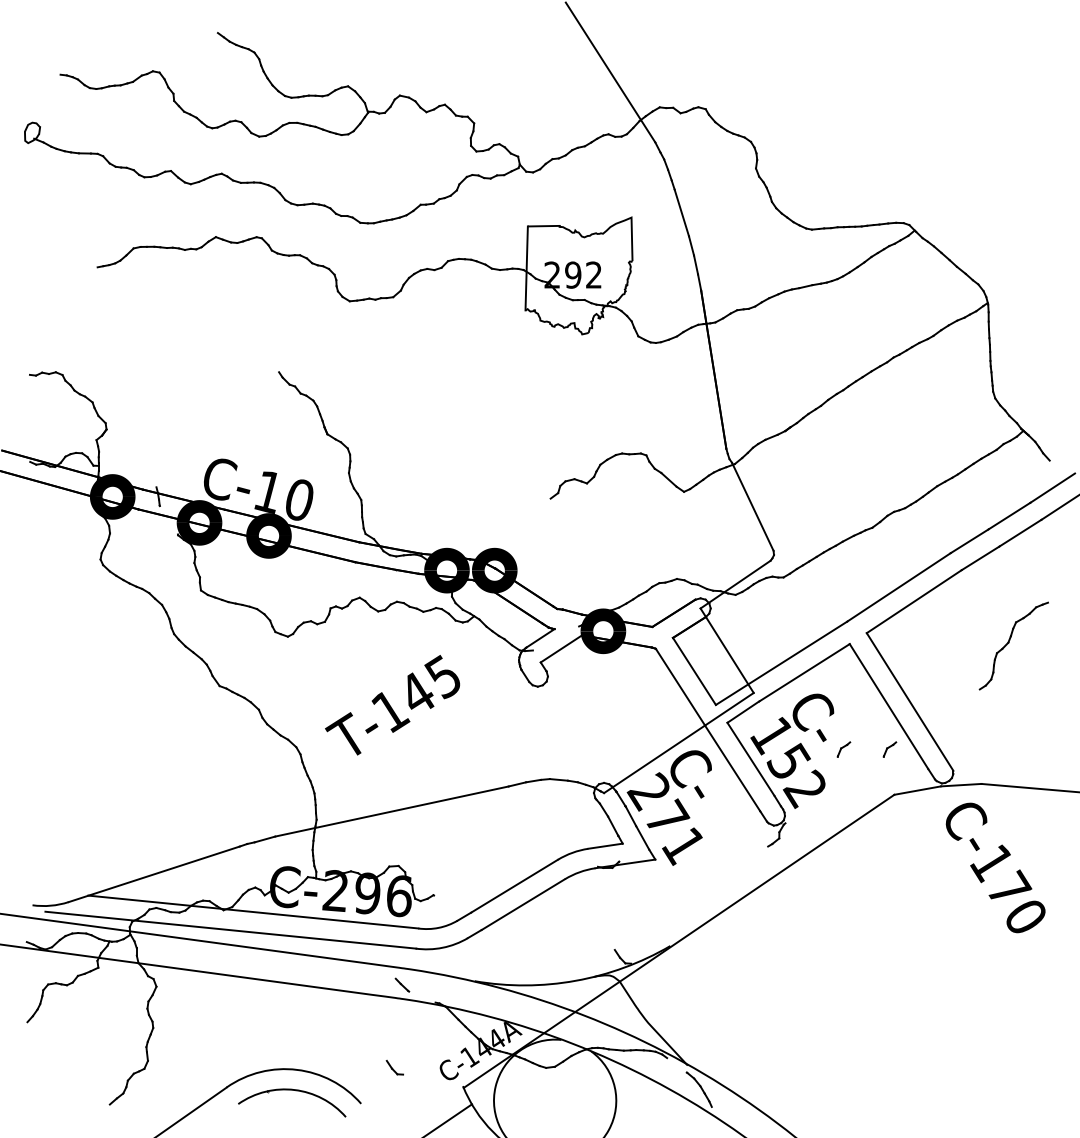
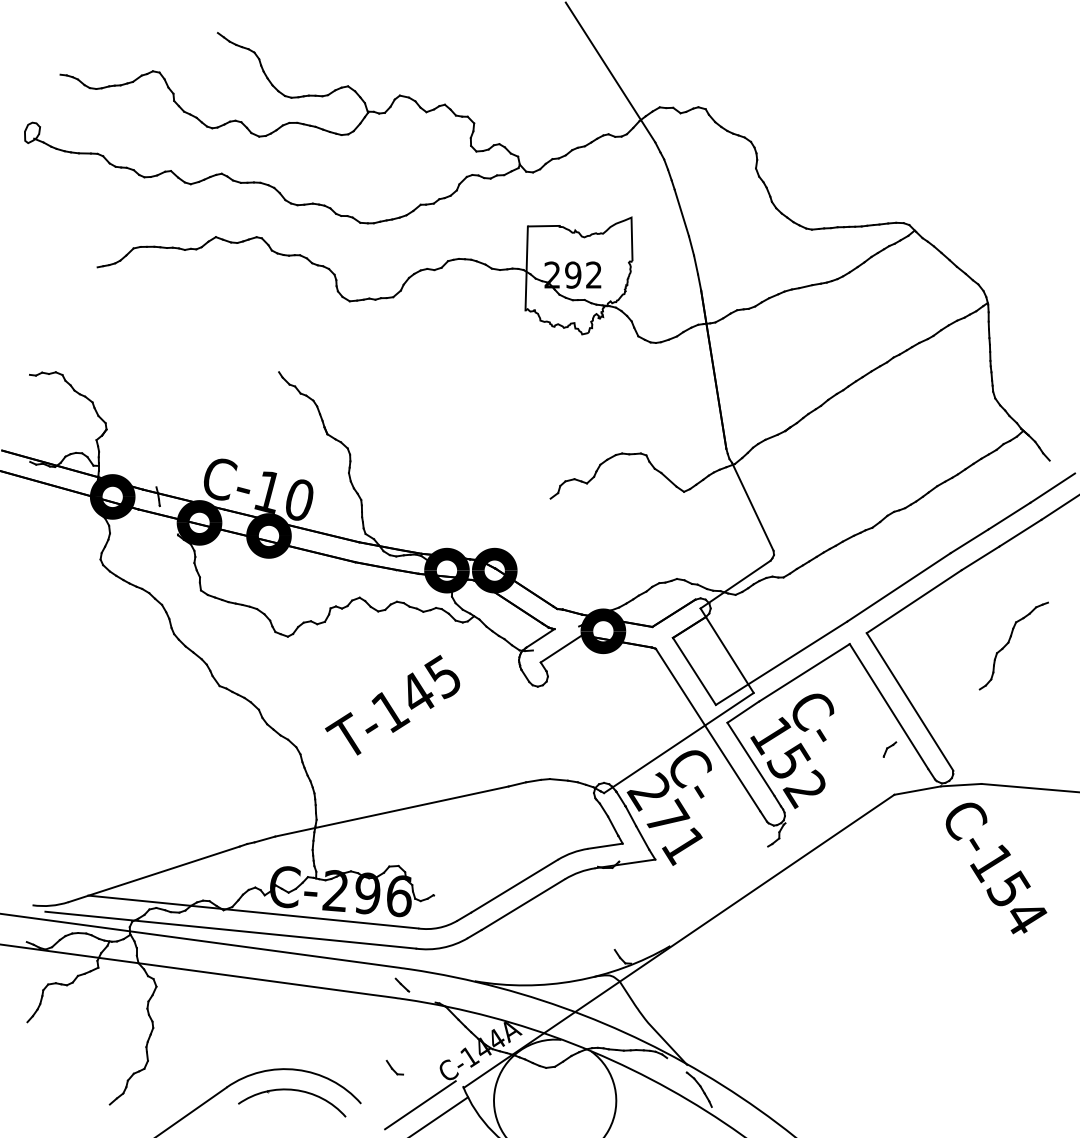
part at (843, 749): present -> none
text at (1016, 901): C-170 -> C-154
line at (420, 1105): none -> present
line at (449, 1119) position: (449, 1119) -> (440, 1115)
